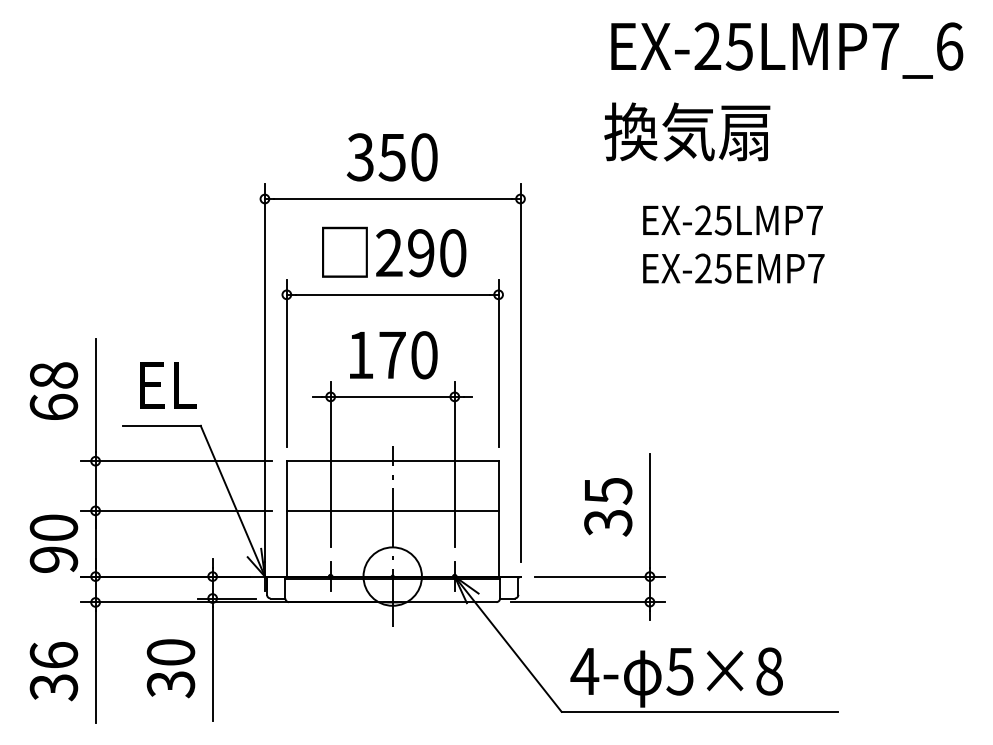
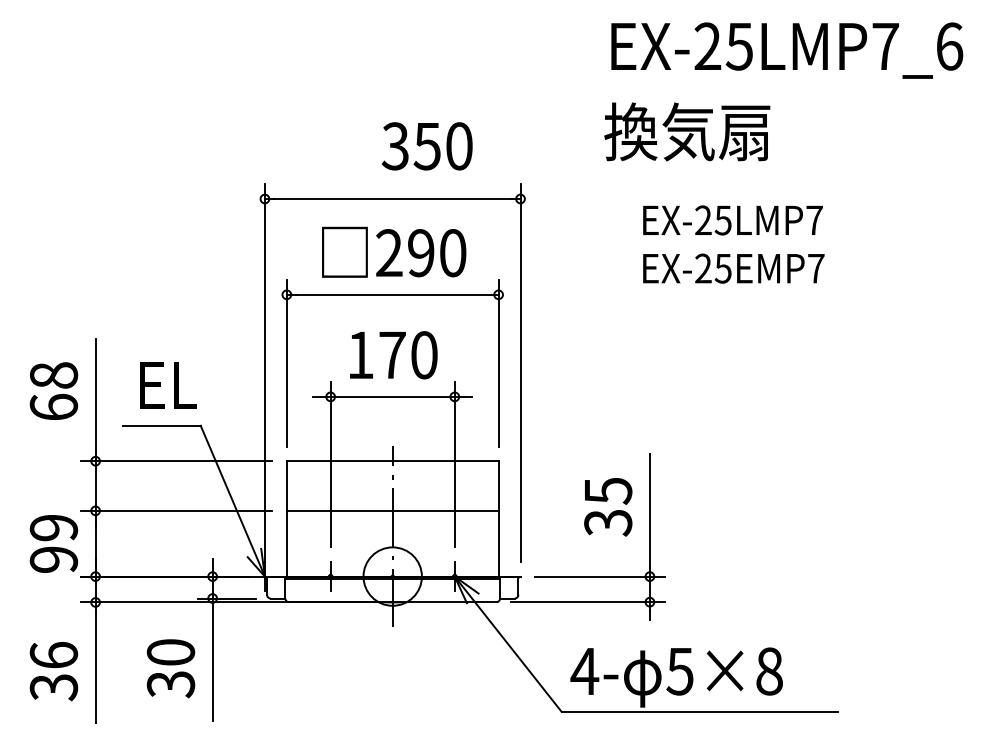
text at (391, 157) position: (391, 157) -> (426, 146)
text at (53, 527): 90 -> 99
